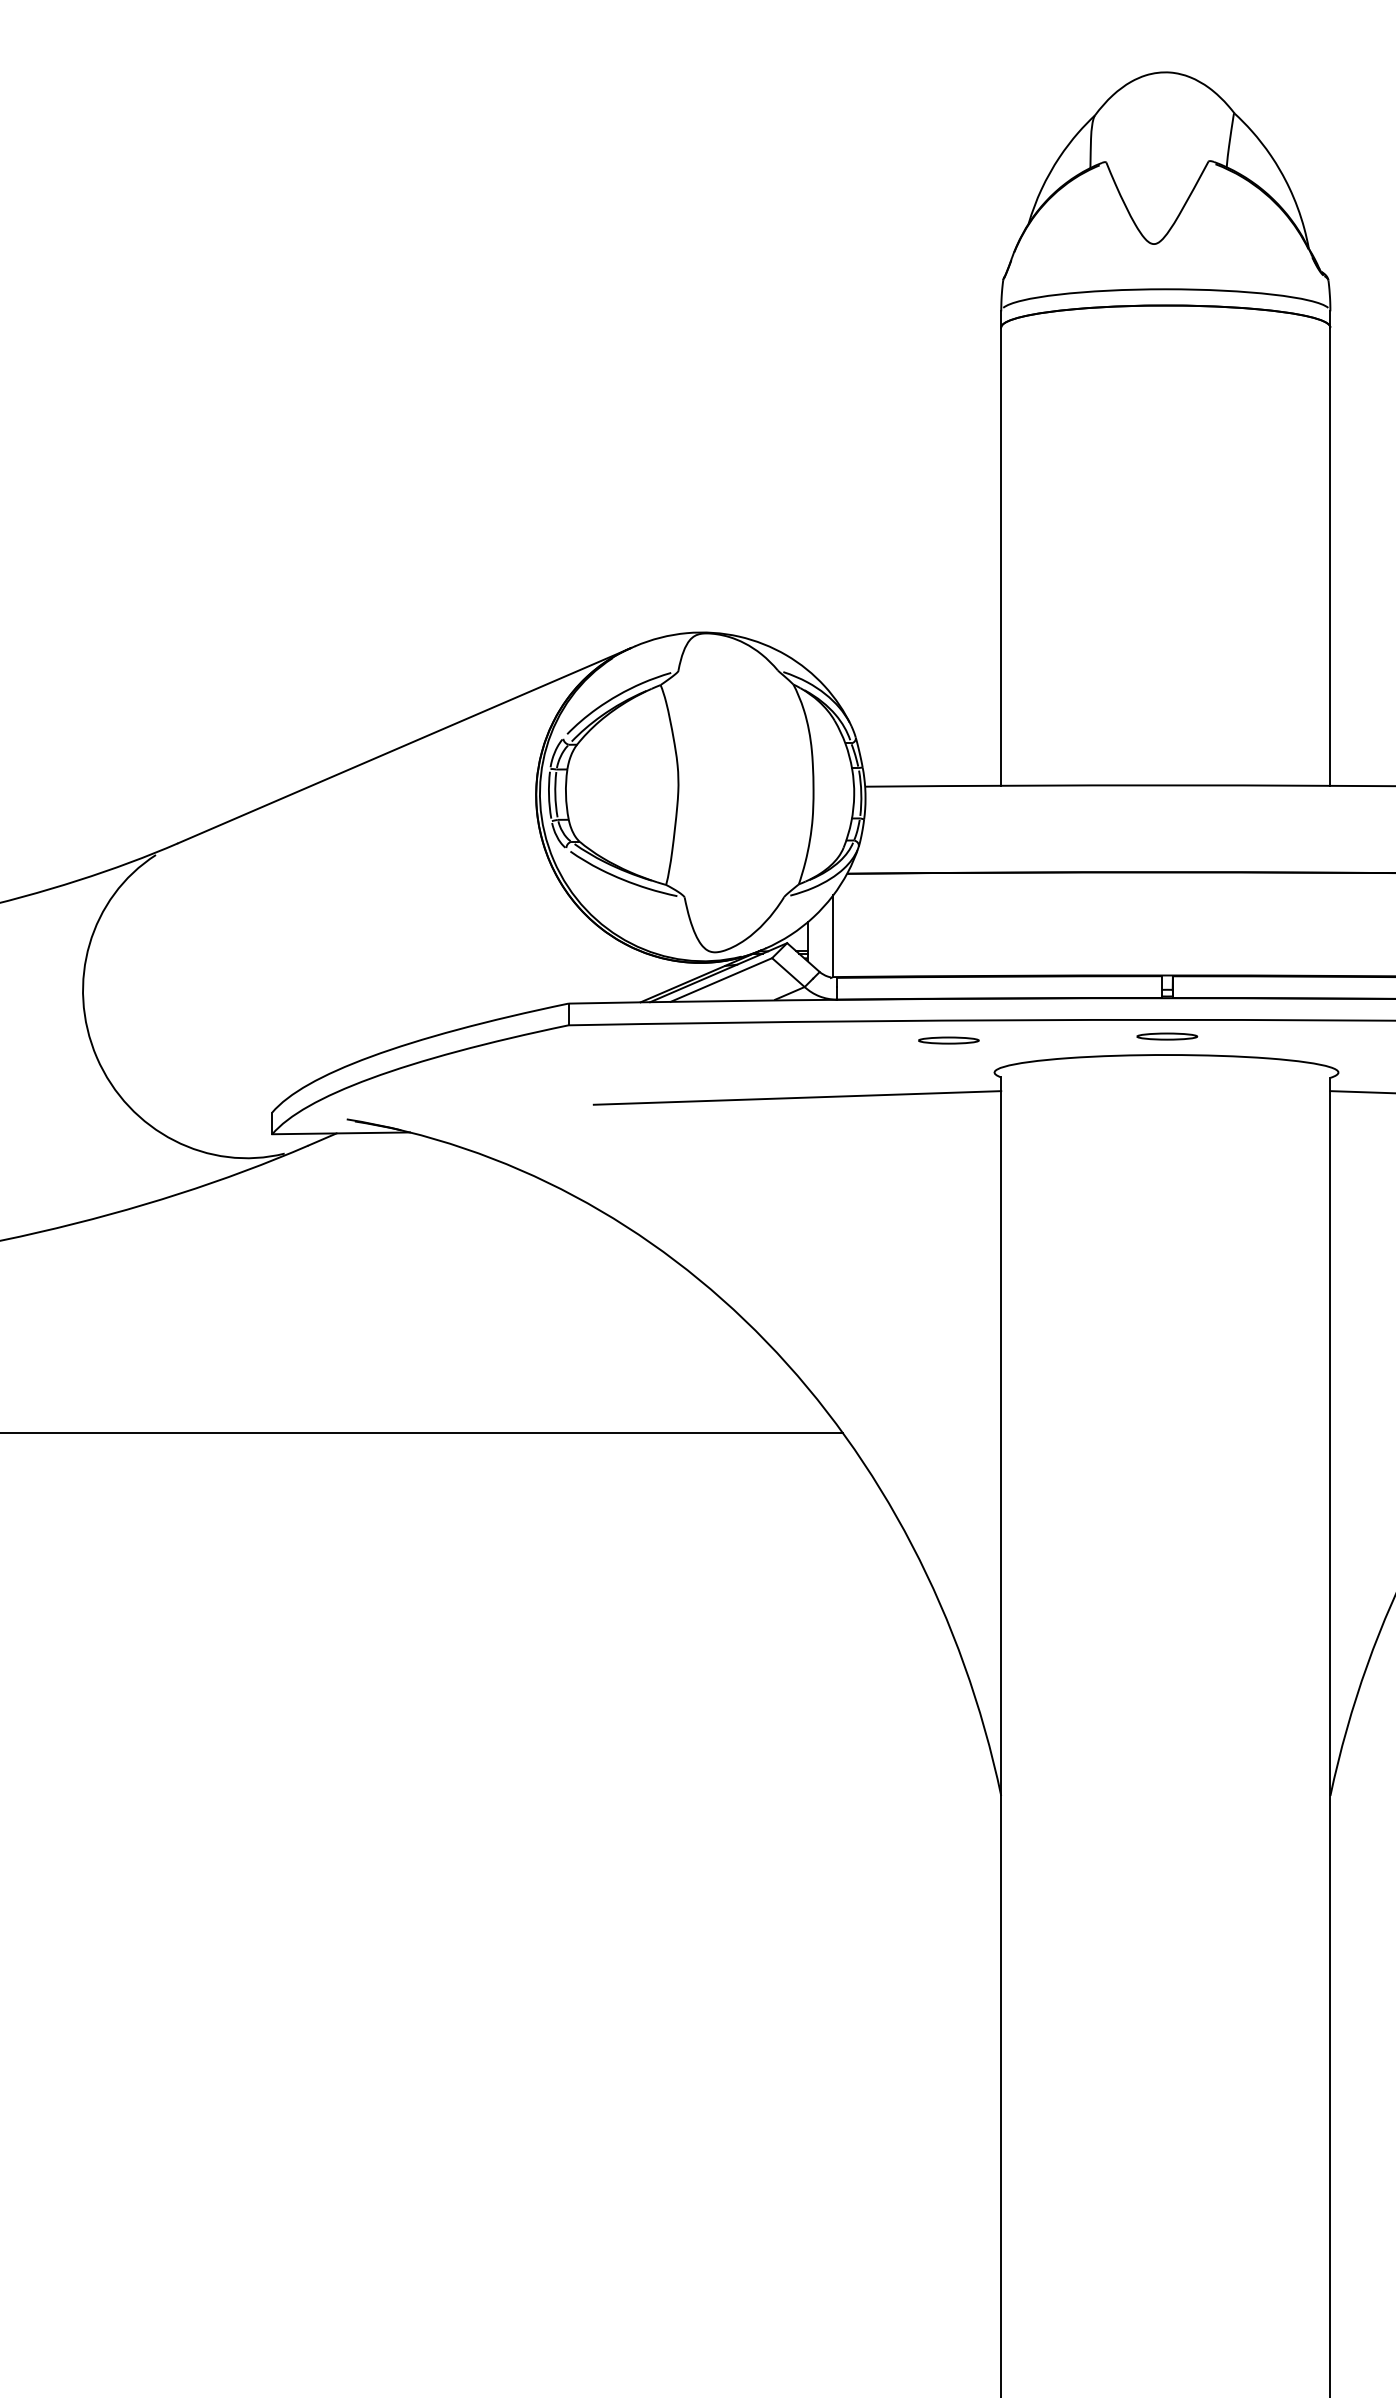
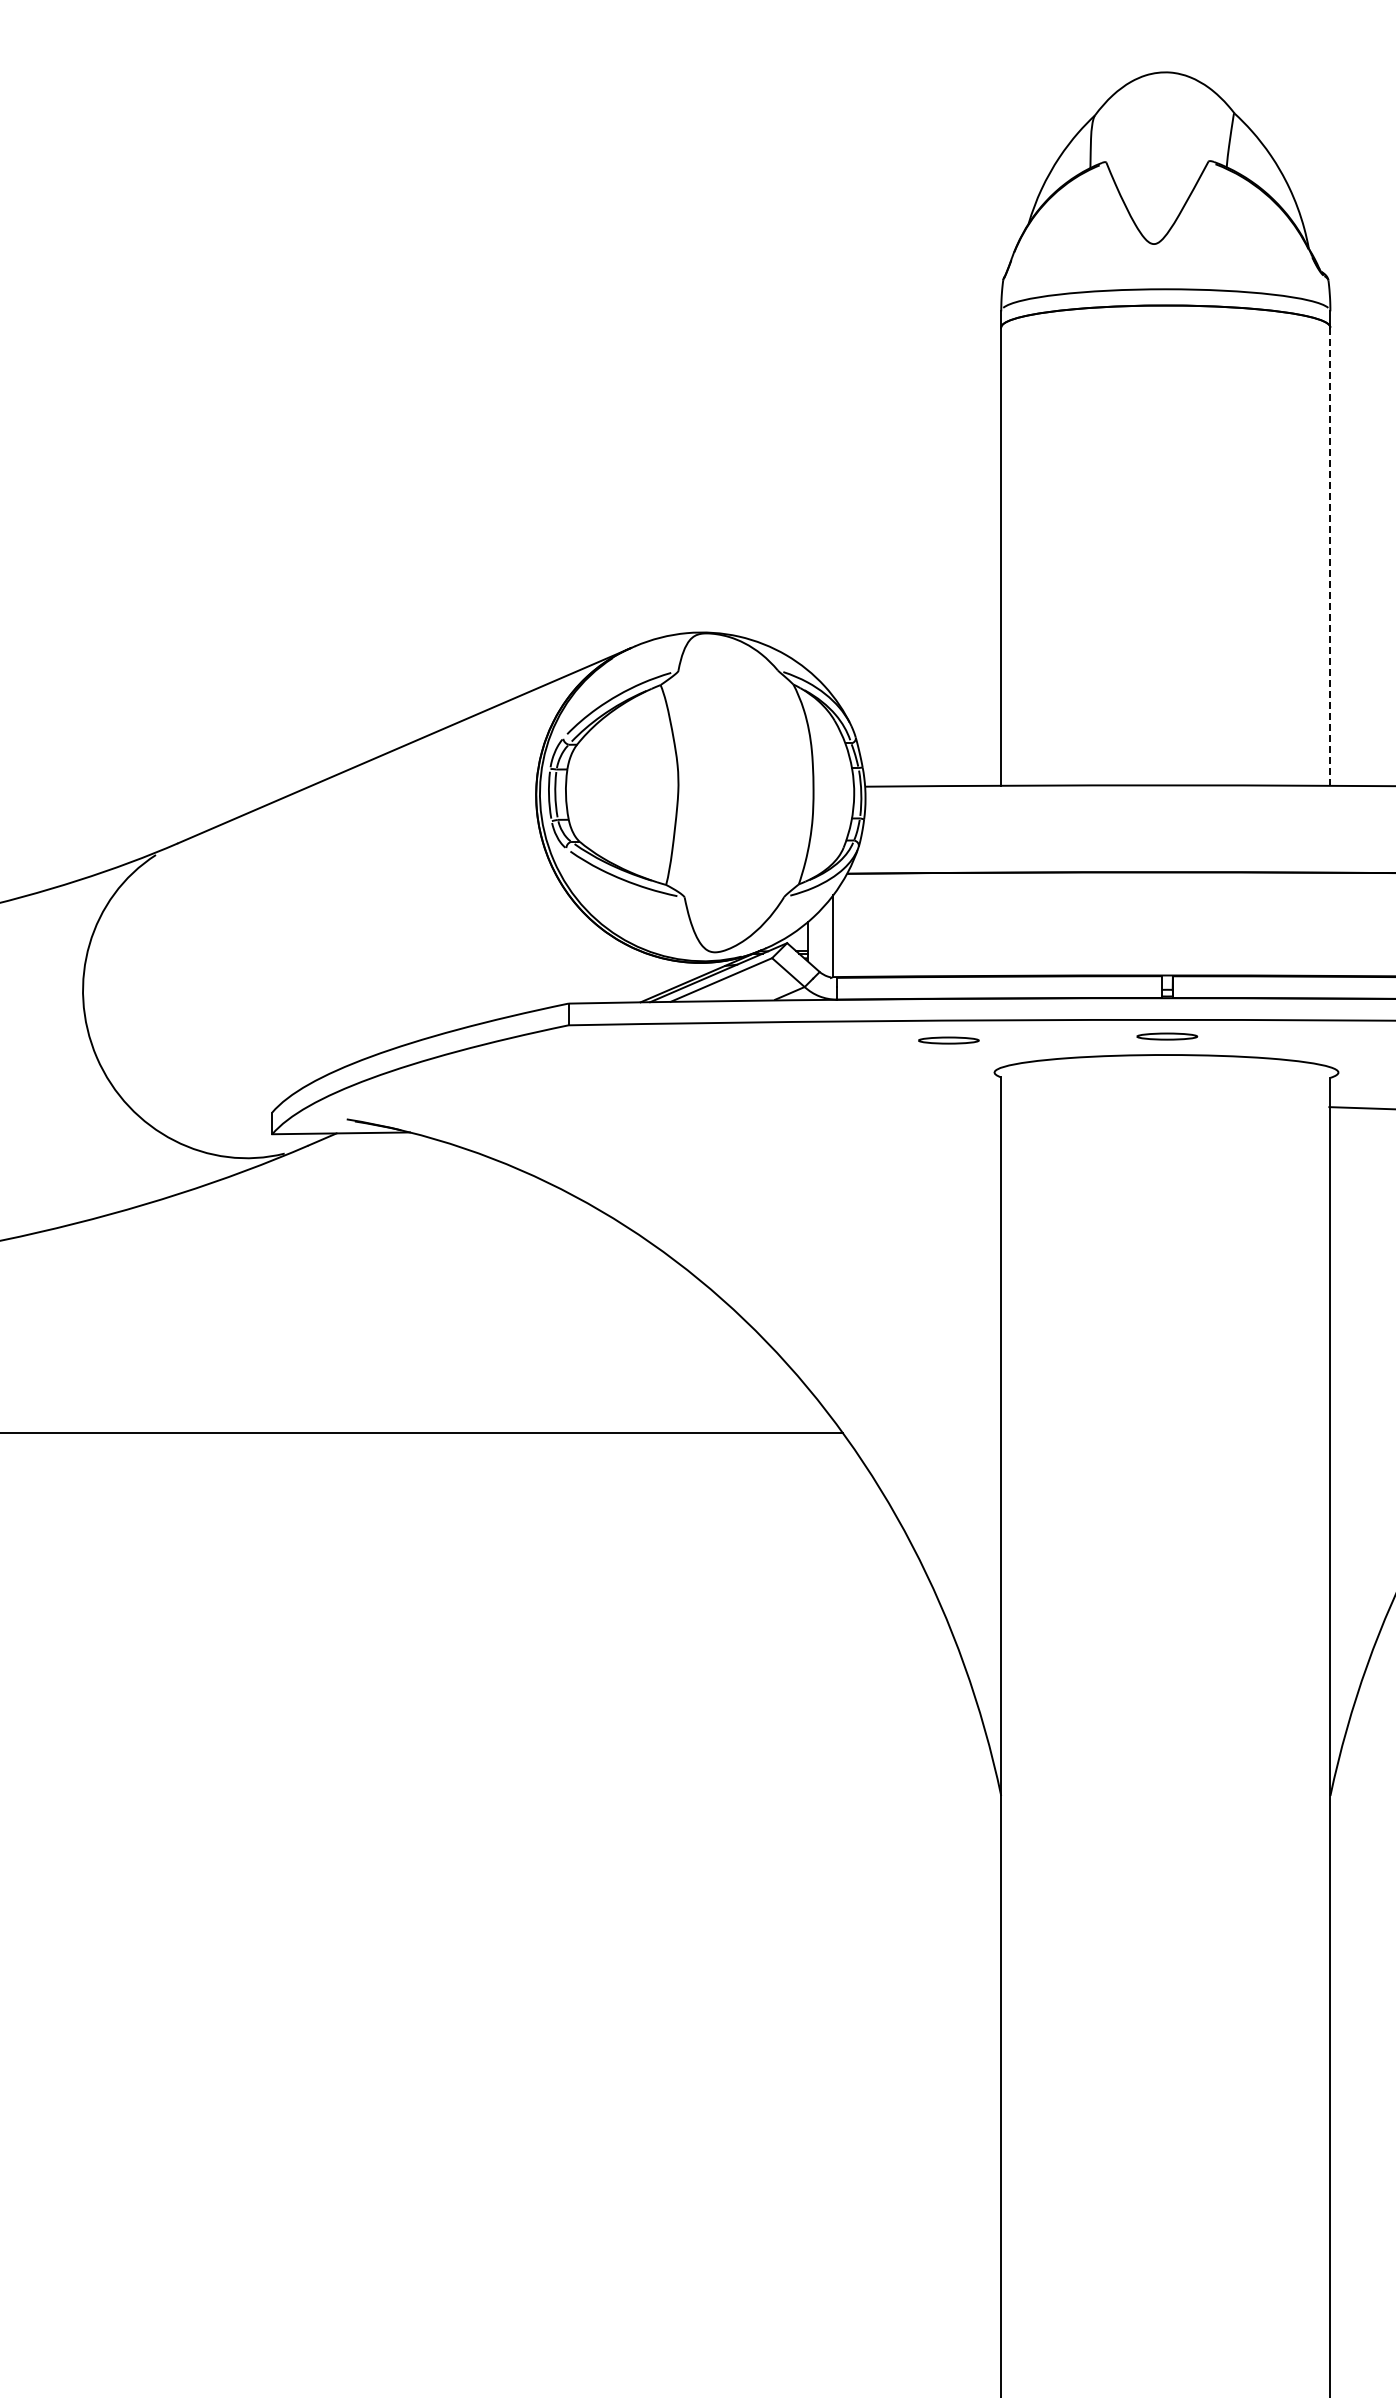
line at (1330, 556): solid -> dashed
line at (1361, 1092) position: (1361, 1092) -> (1360, 1108)
line at (797, 1097): present -> none
